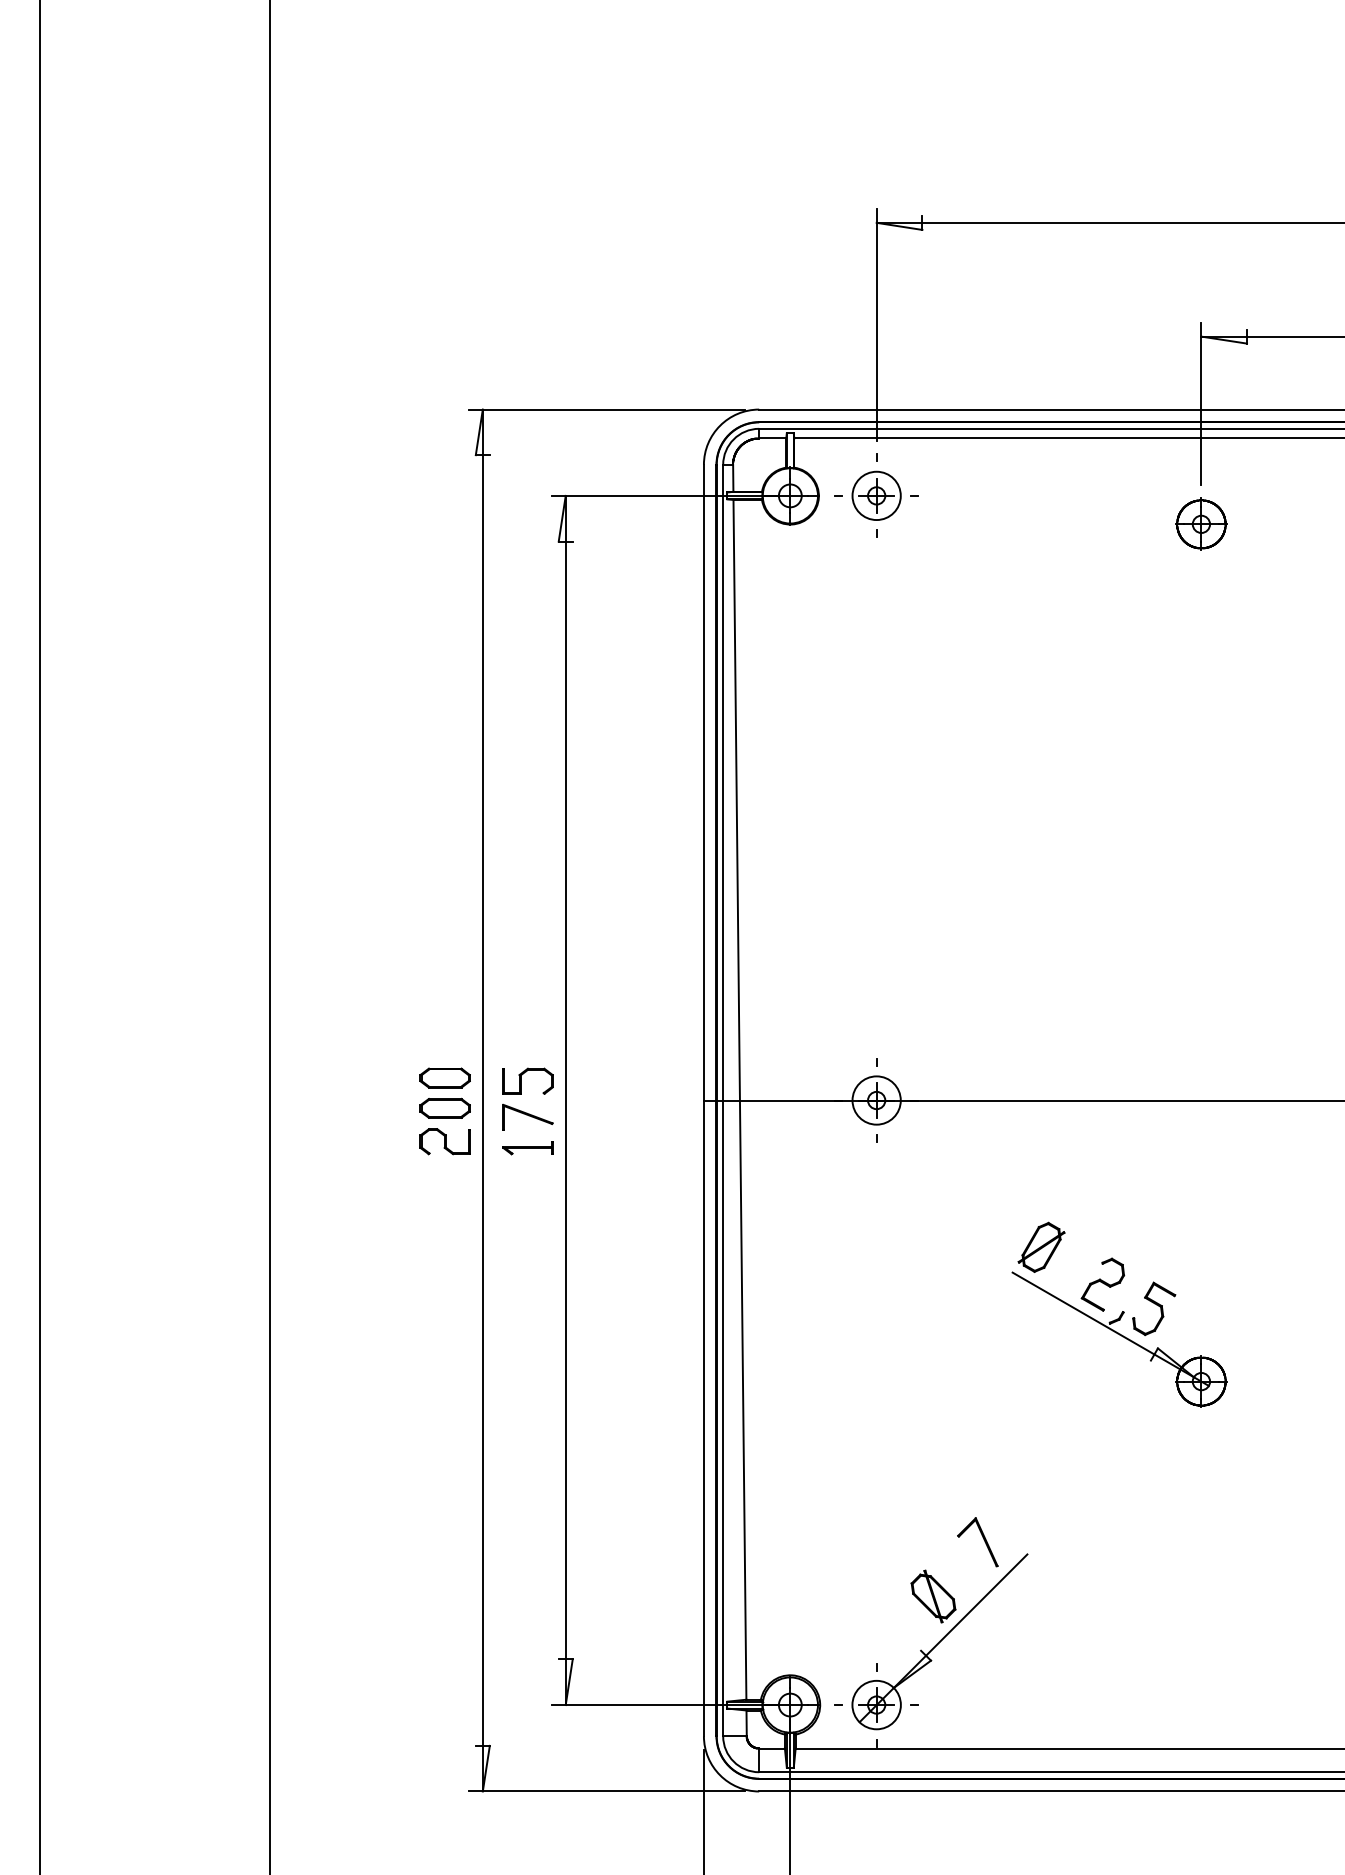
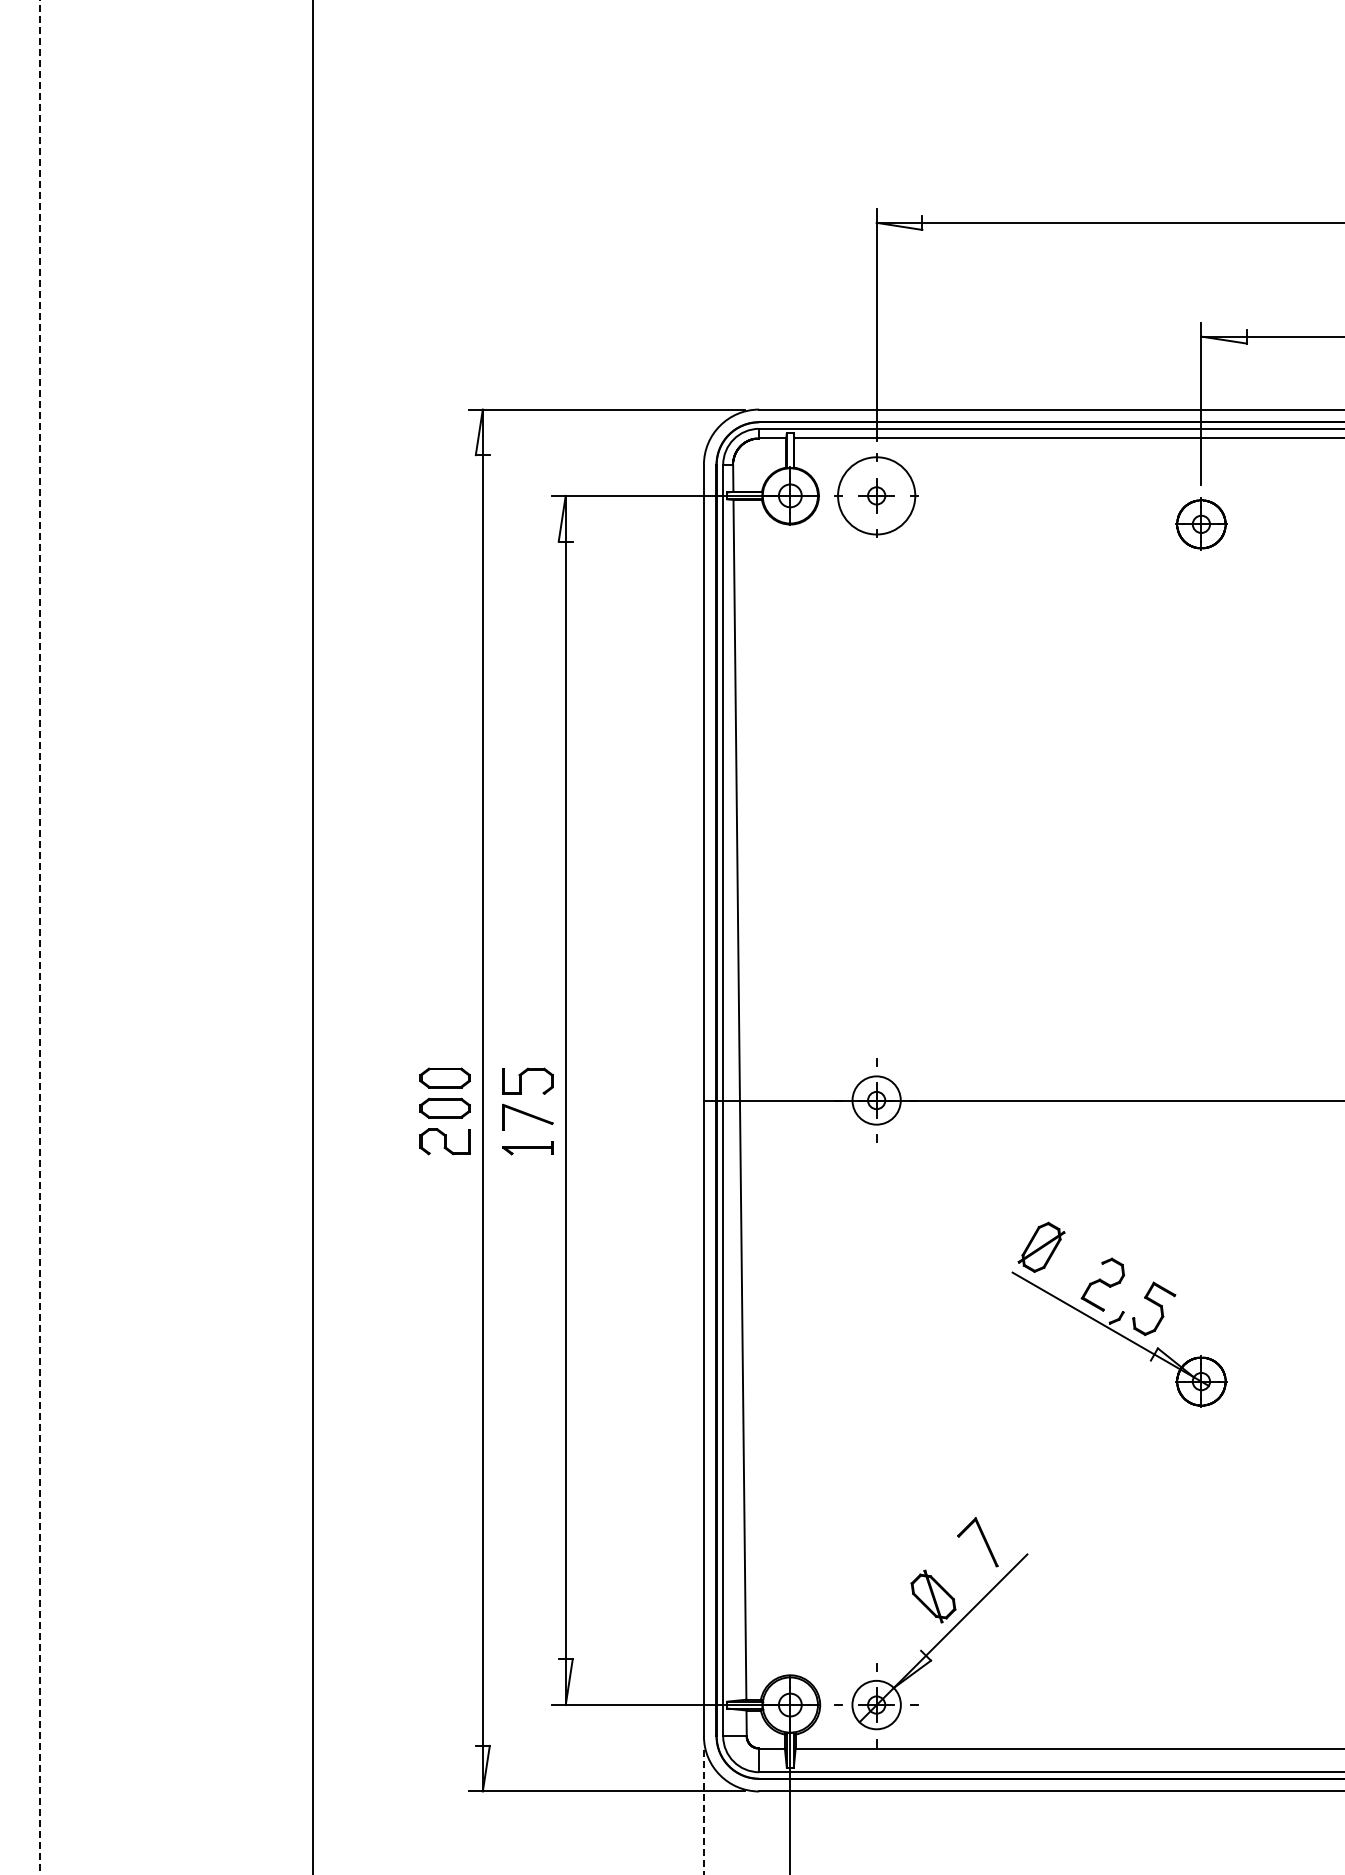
circle at (876, 495) diameter: 48 px -> 77 px
line at (40, 936): solid -> dashed
line at (270, 936) position: (270, 936) -> (313, 936)
line at (703, 1812): solid -> dashed
